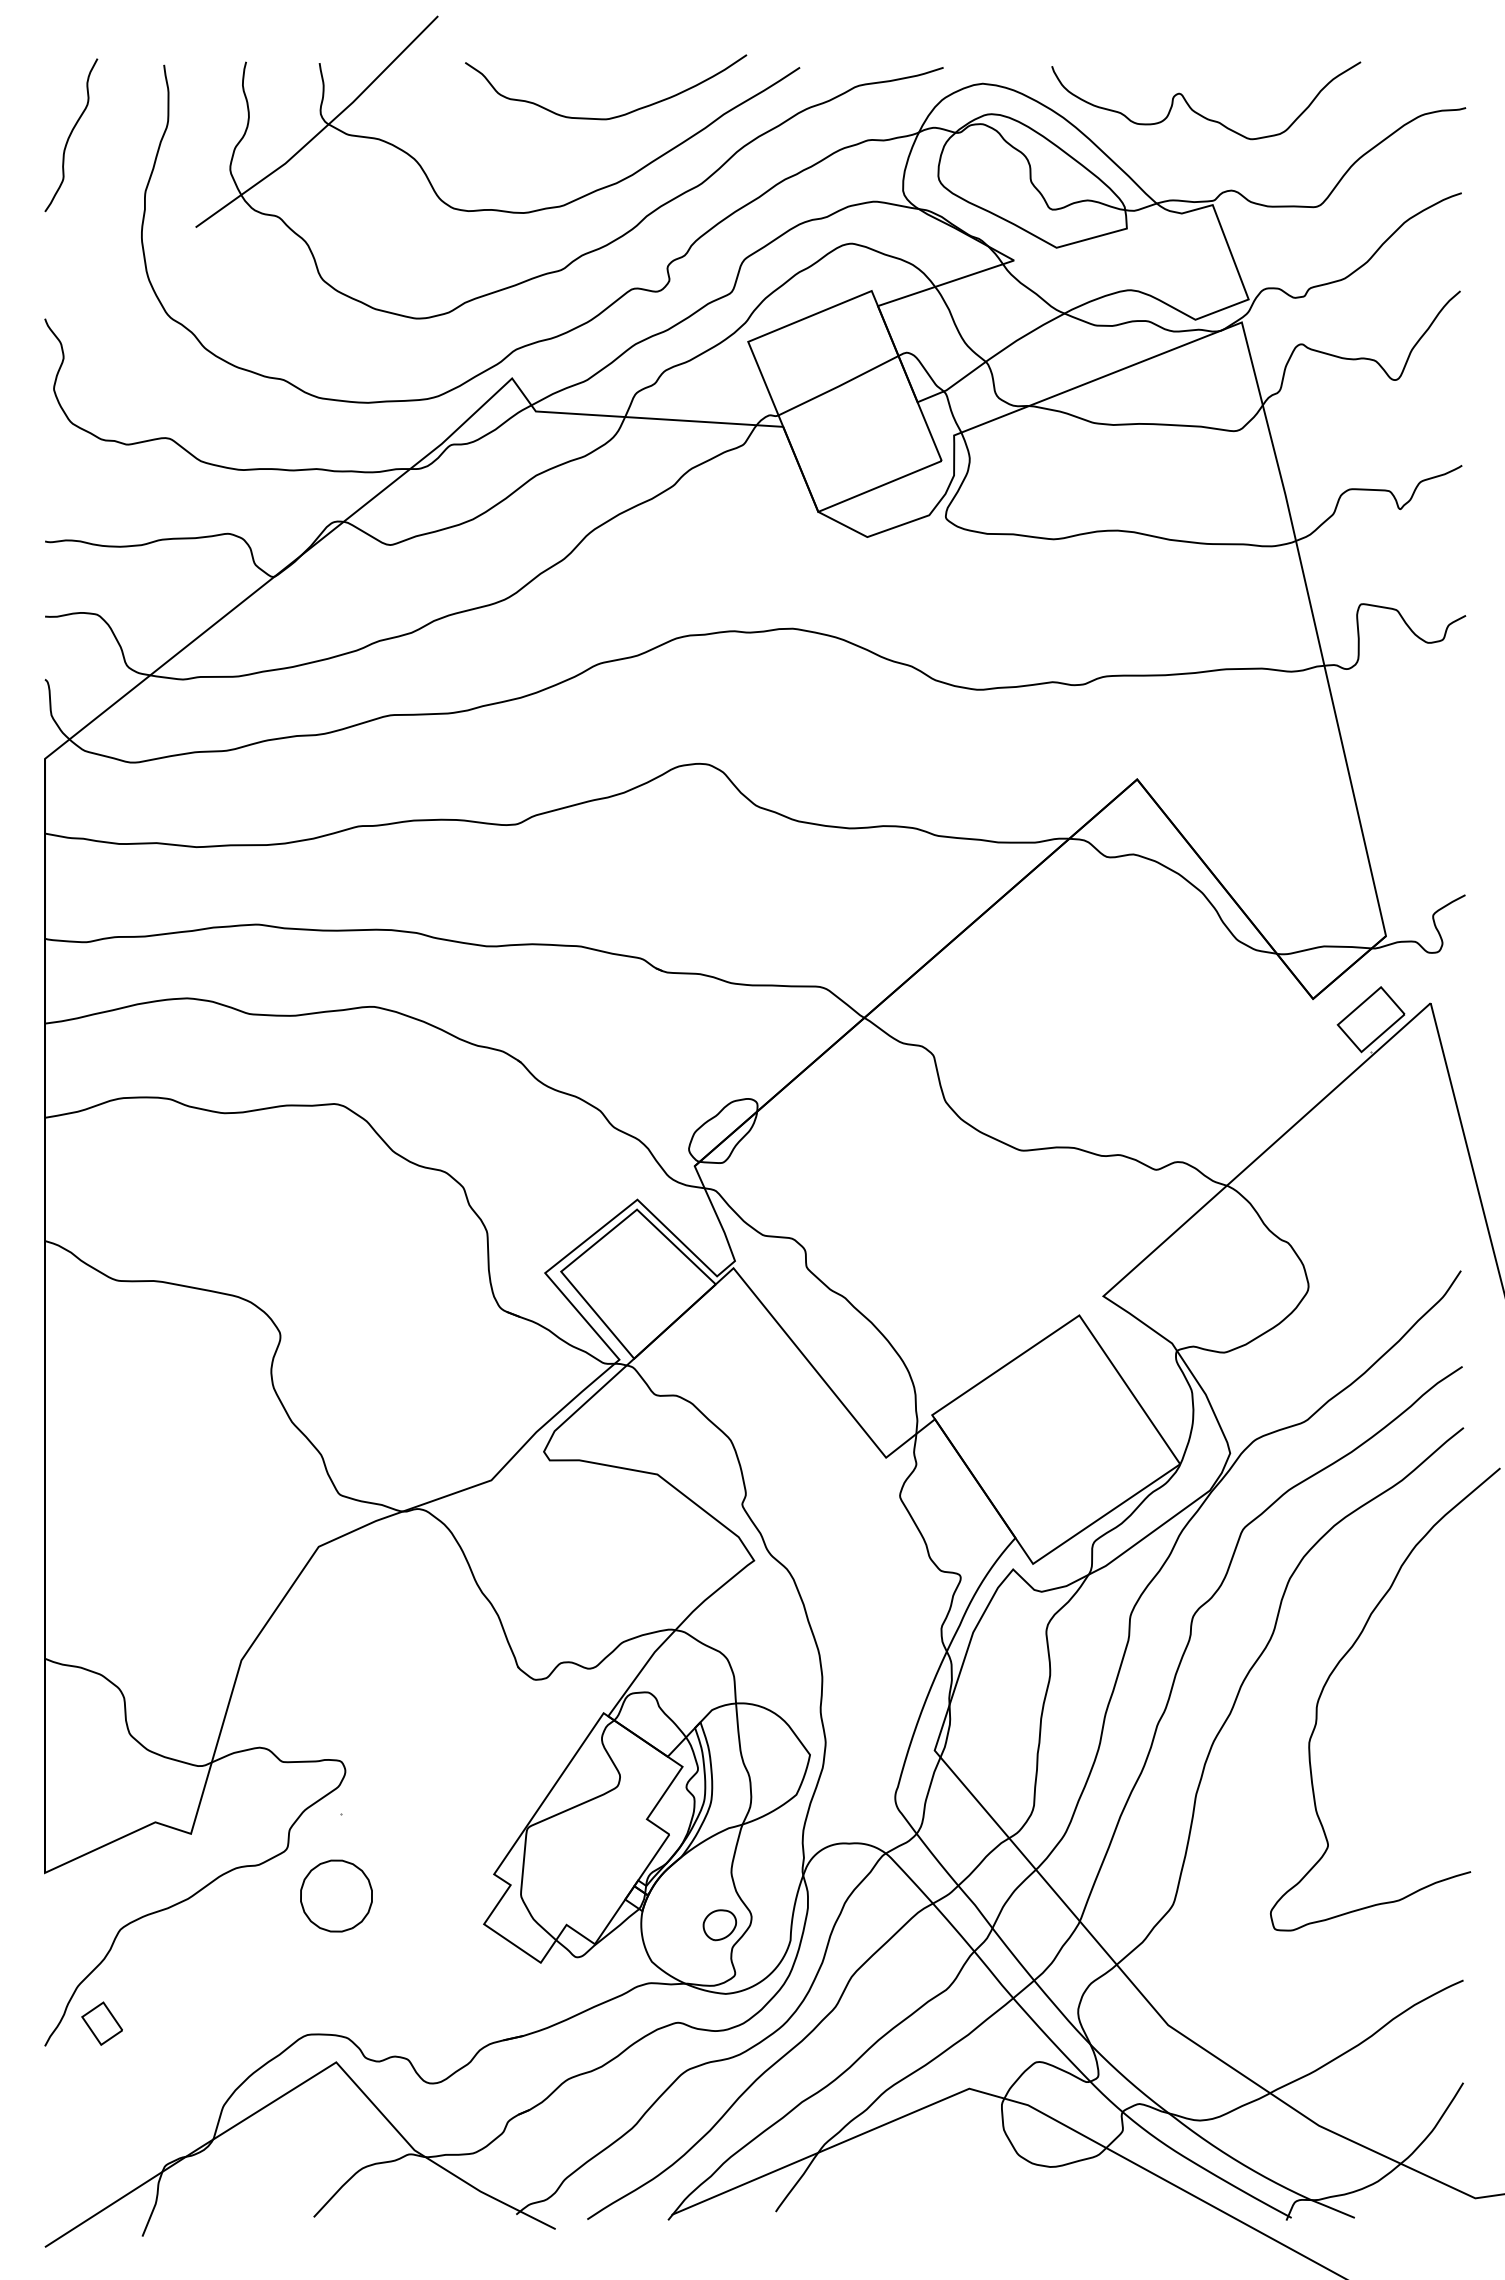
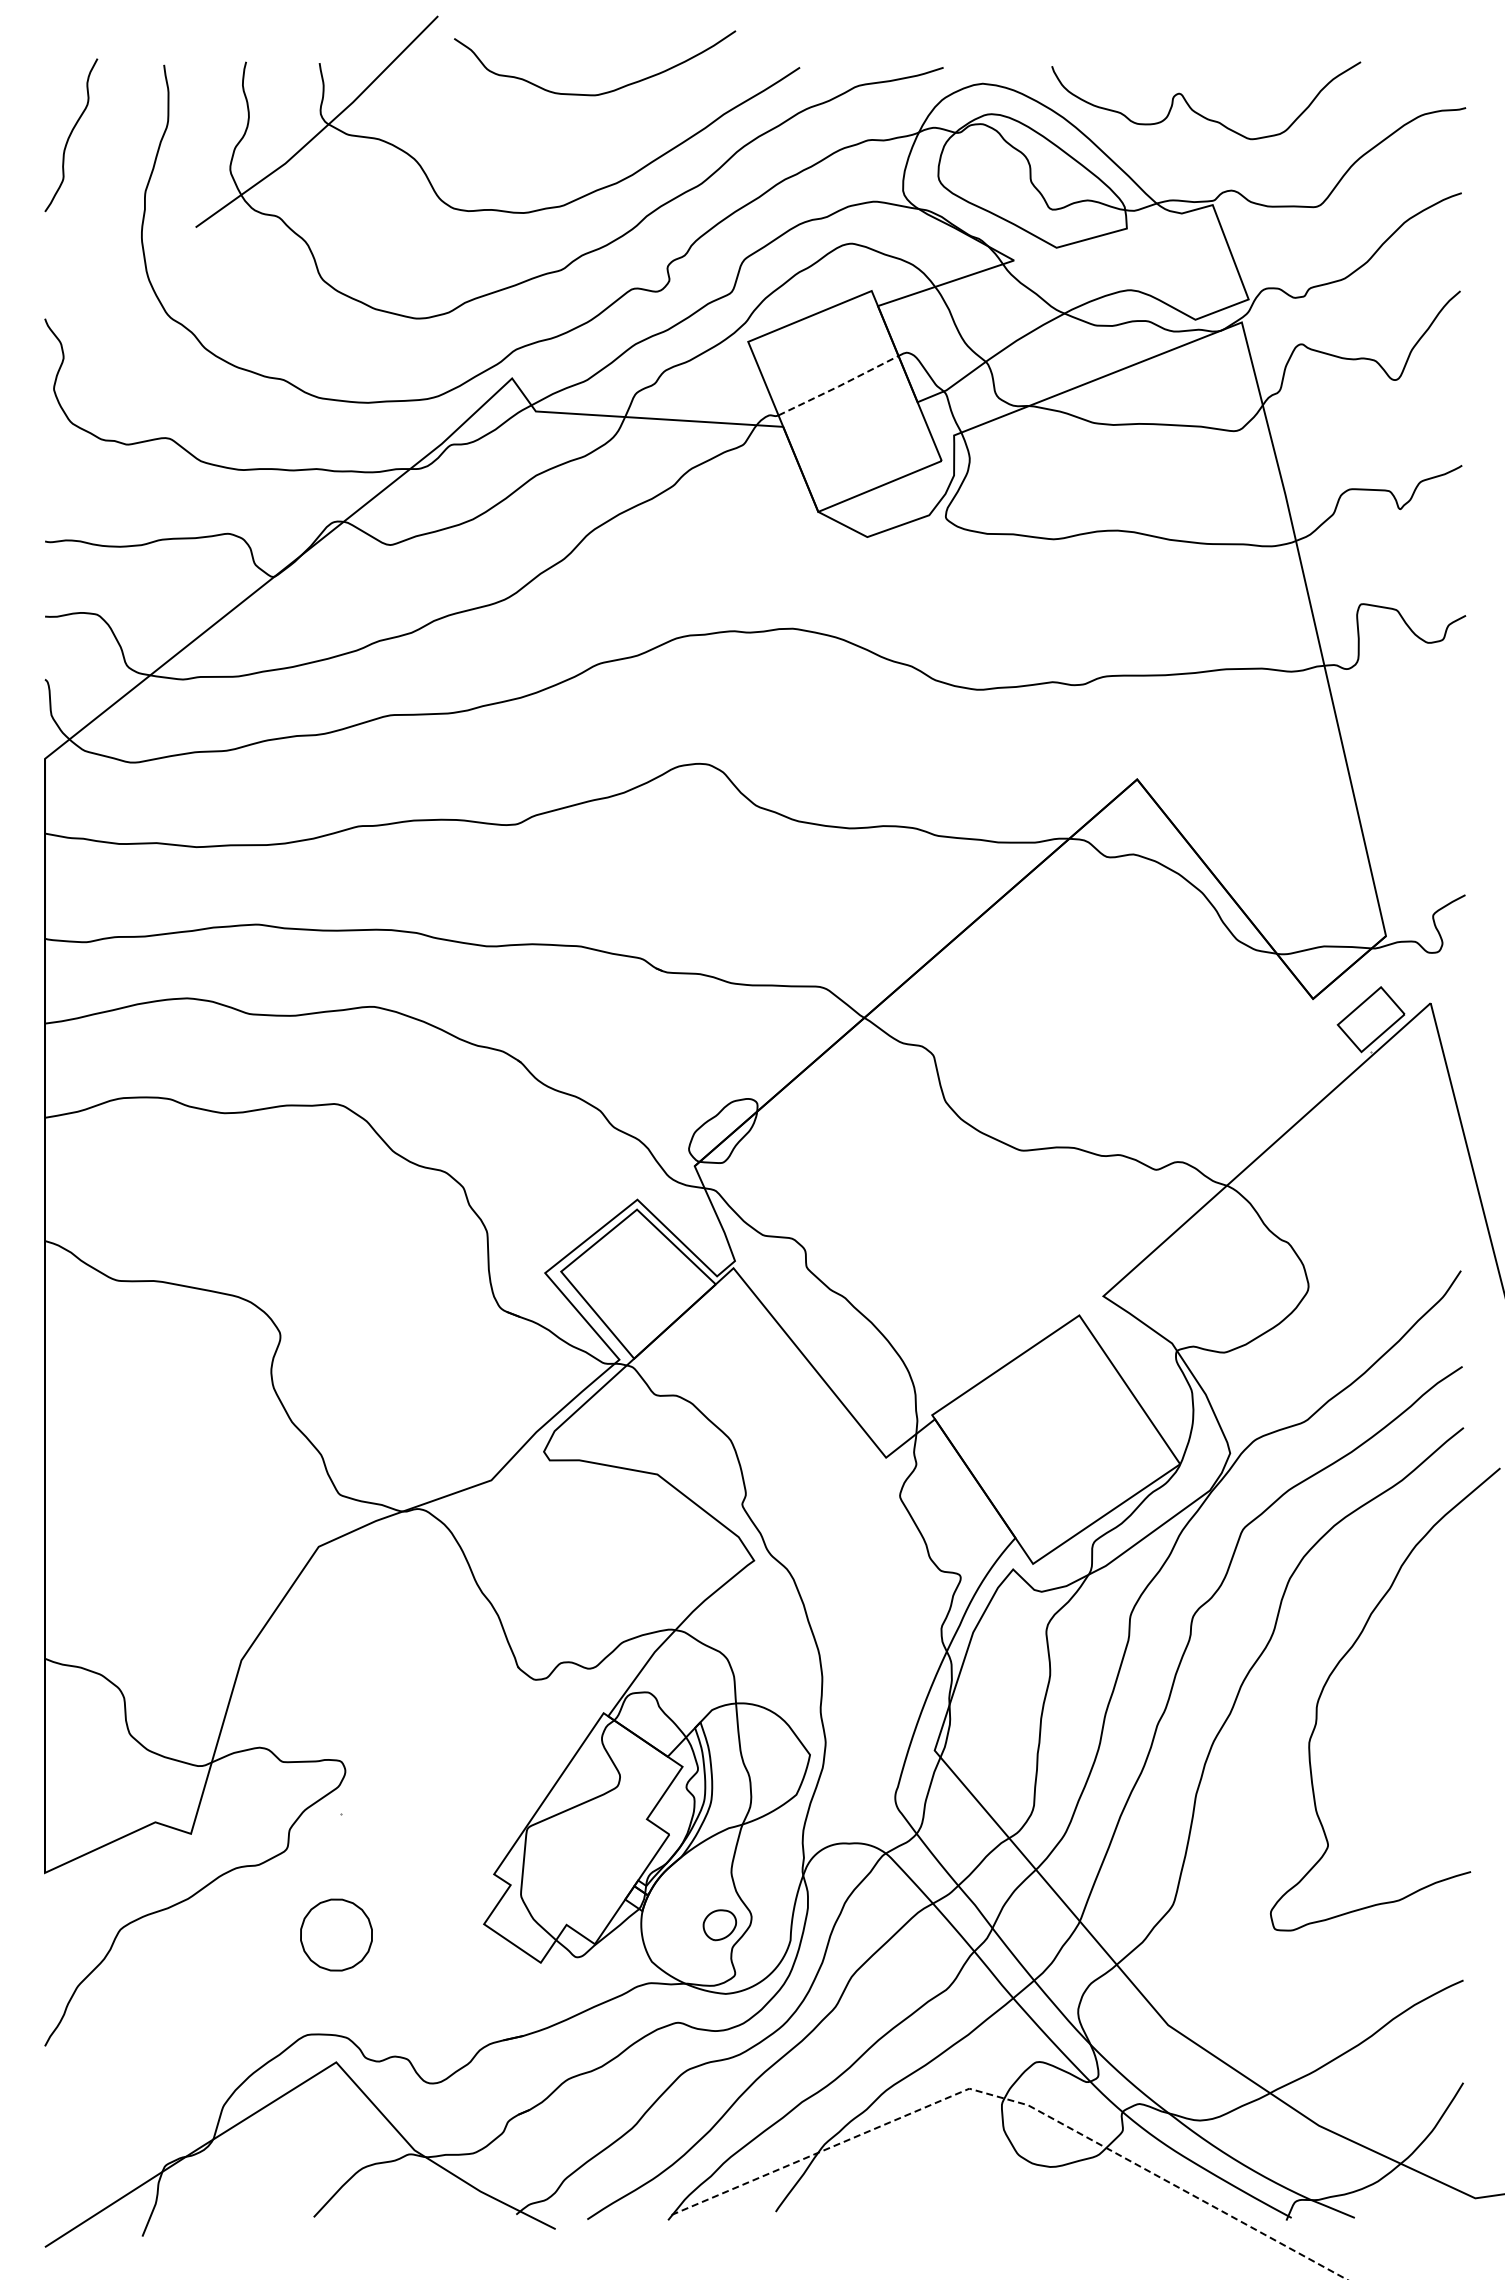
curve at (613, 116) position: (613, 116) -> (602, 92)
line at (838, 386): solid -> dashed
part at (336, 1895) position: (336, 1895) -> (336, 1934)
part at (101, 2023): present -> none
line at (1017, 2102): solid -> dashed
